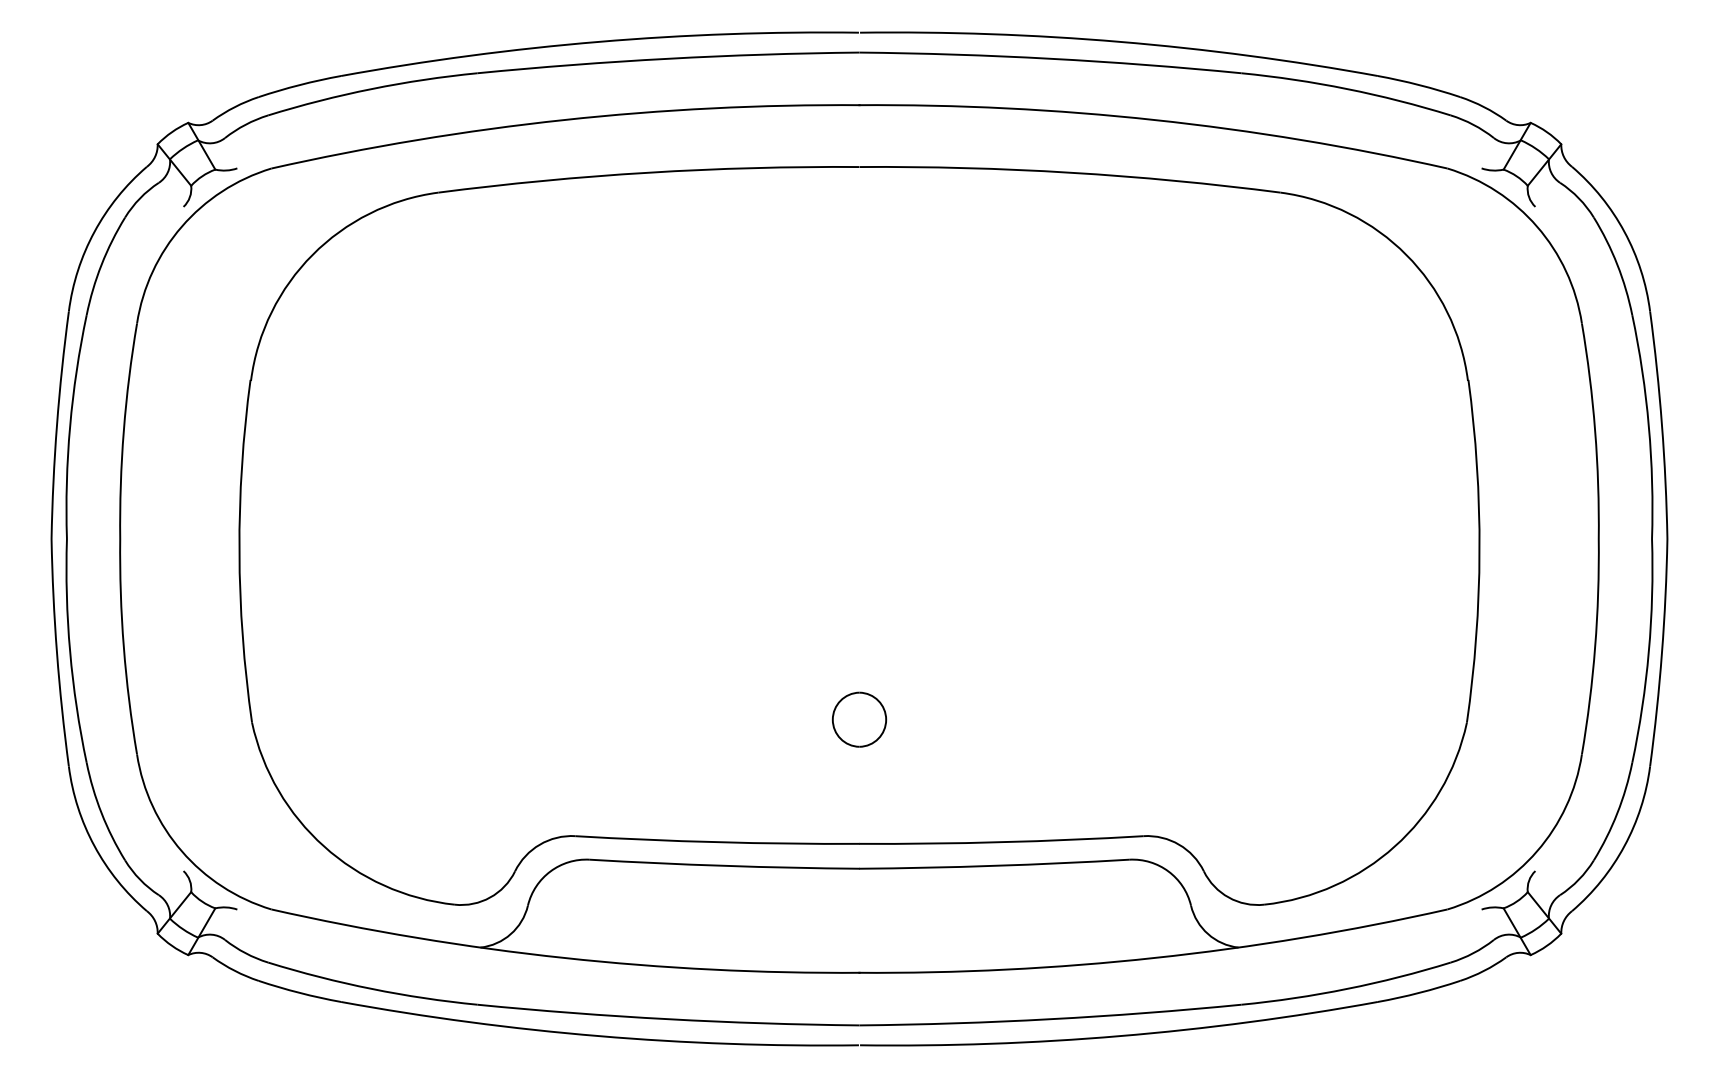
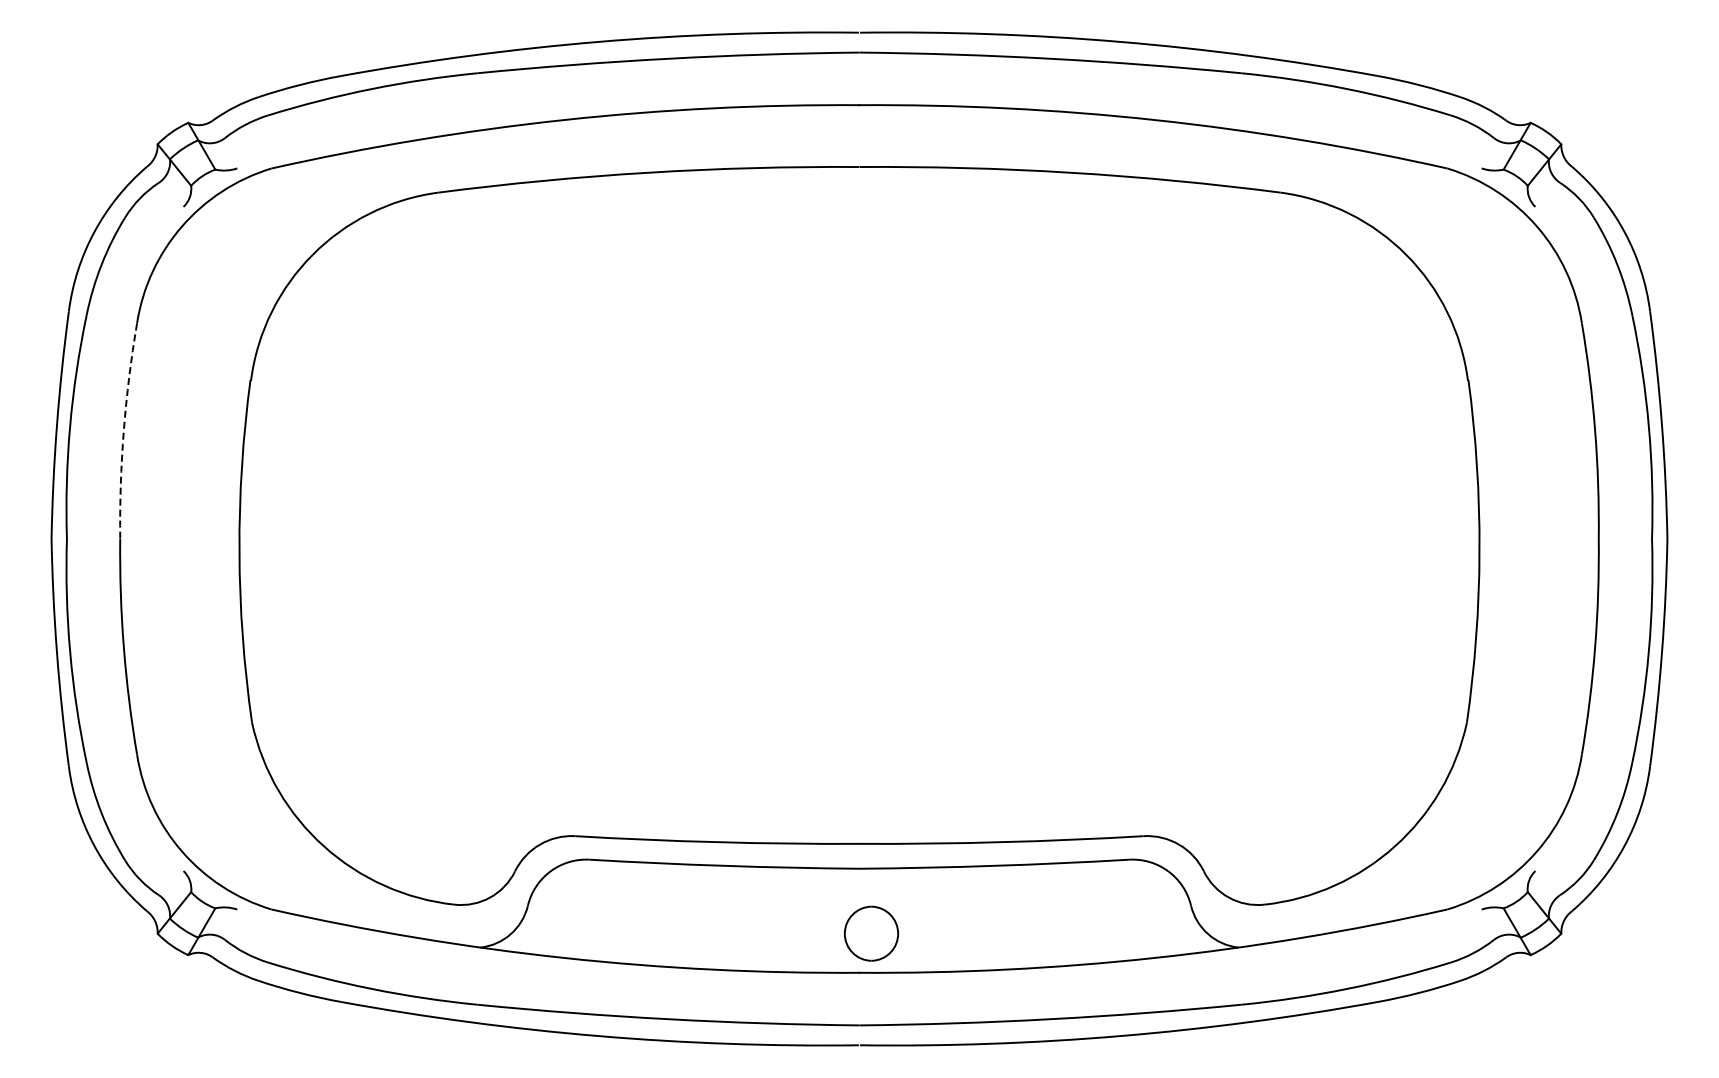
arc at (123, 430): solid -> dashed
part at (859, 719) position: (859, 719) -> (871, 933)
